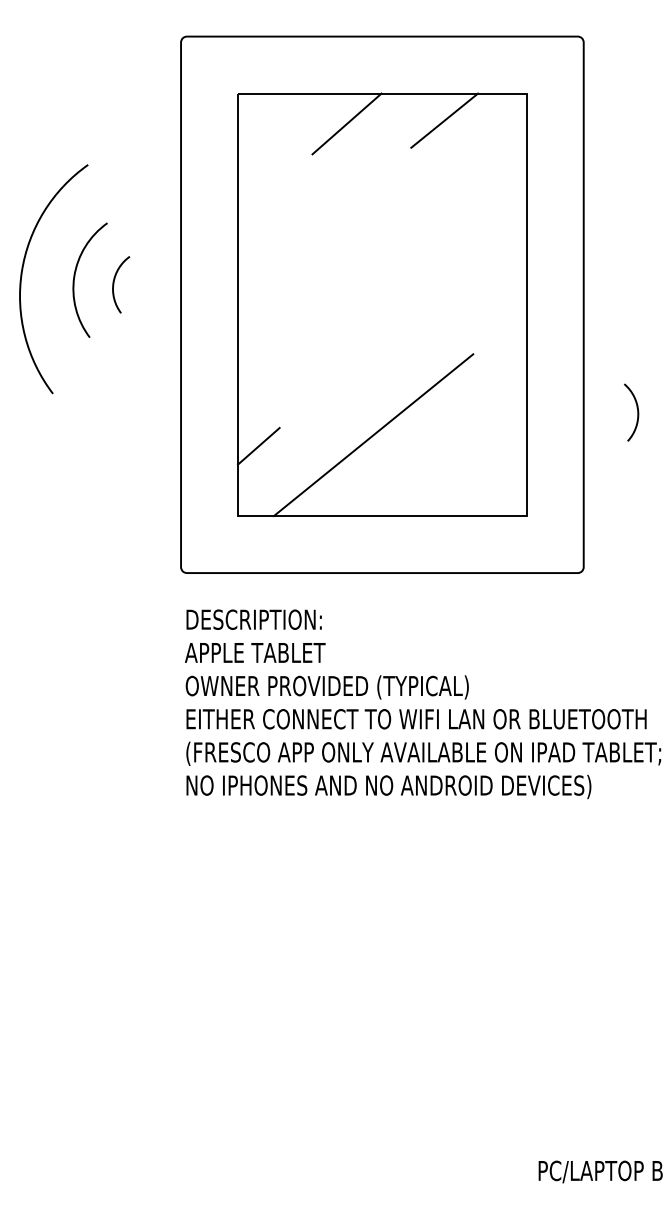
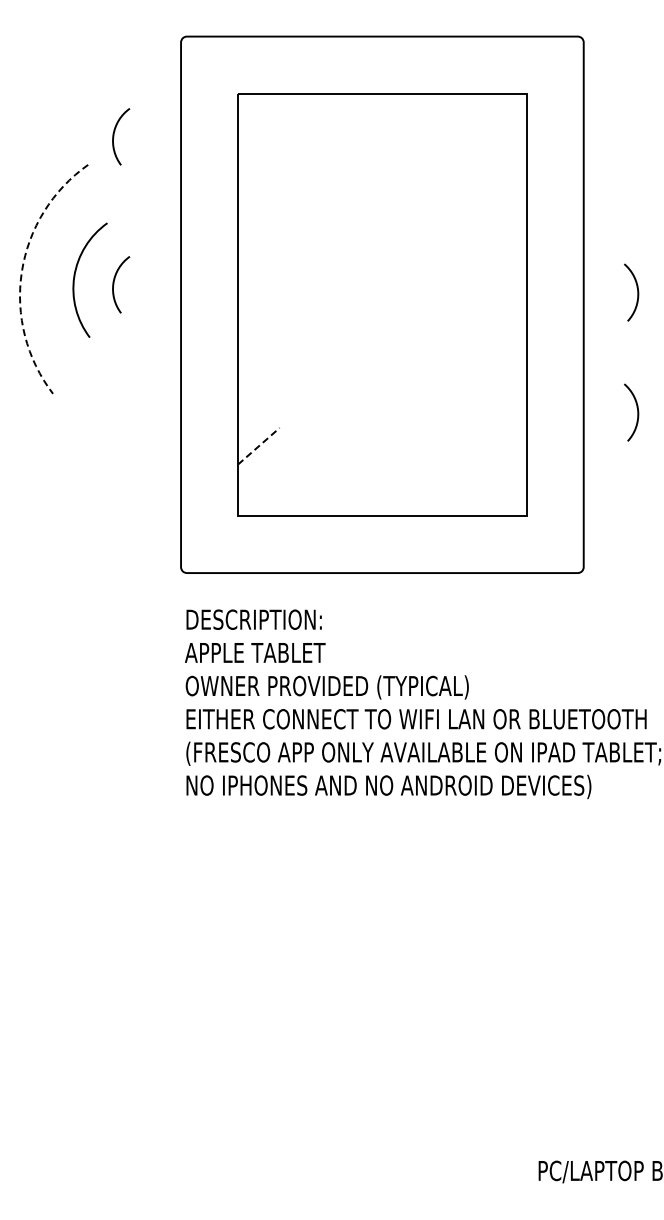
line at (444, 120): present -> none
line at (346, 123): present -> none
arc at (114, 136): none -> present
arc at (21, 271): solid -> dashed
arc at (637, 292): none -> present
line at (373, 435): present -> none
line at (258, 446): solid -> dashed
